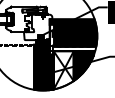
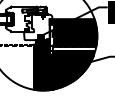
fill at (63, 70): none -> present
